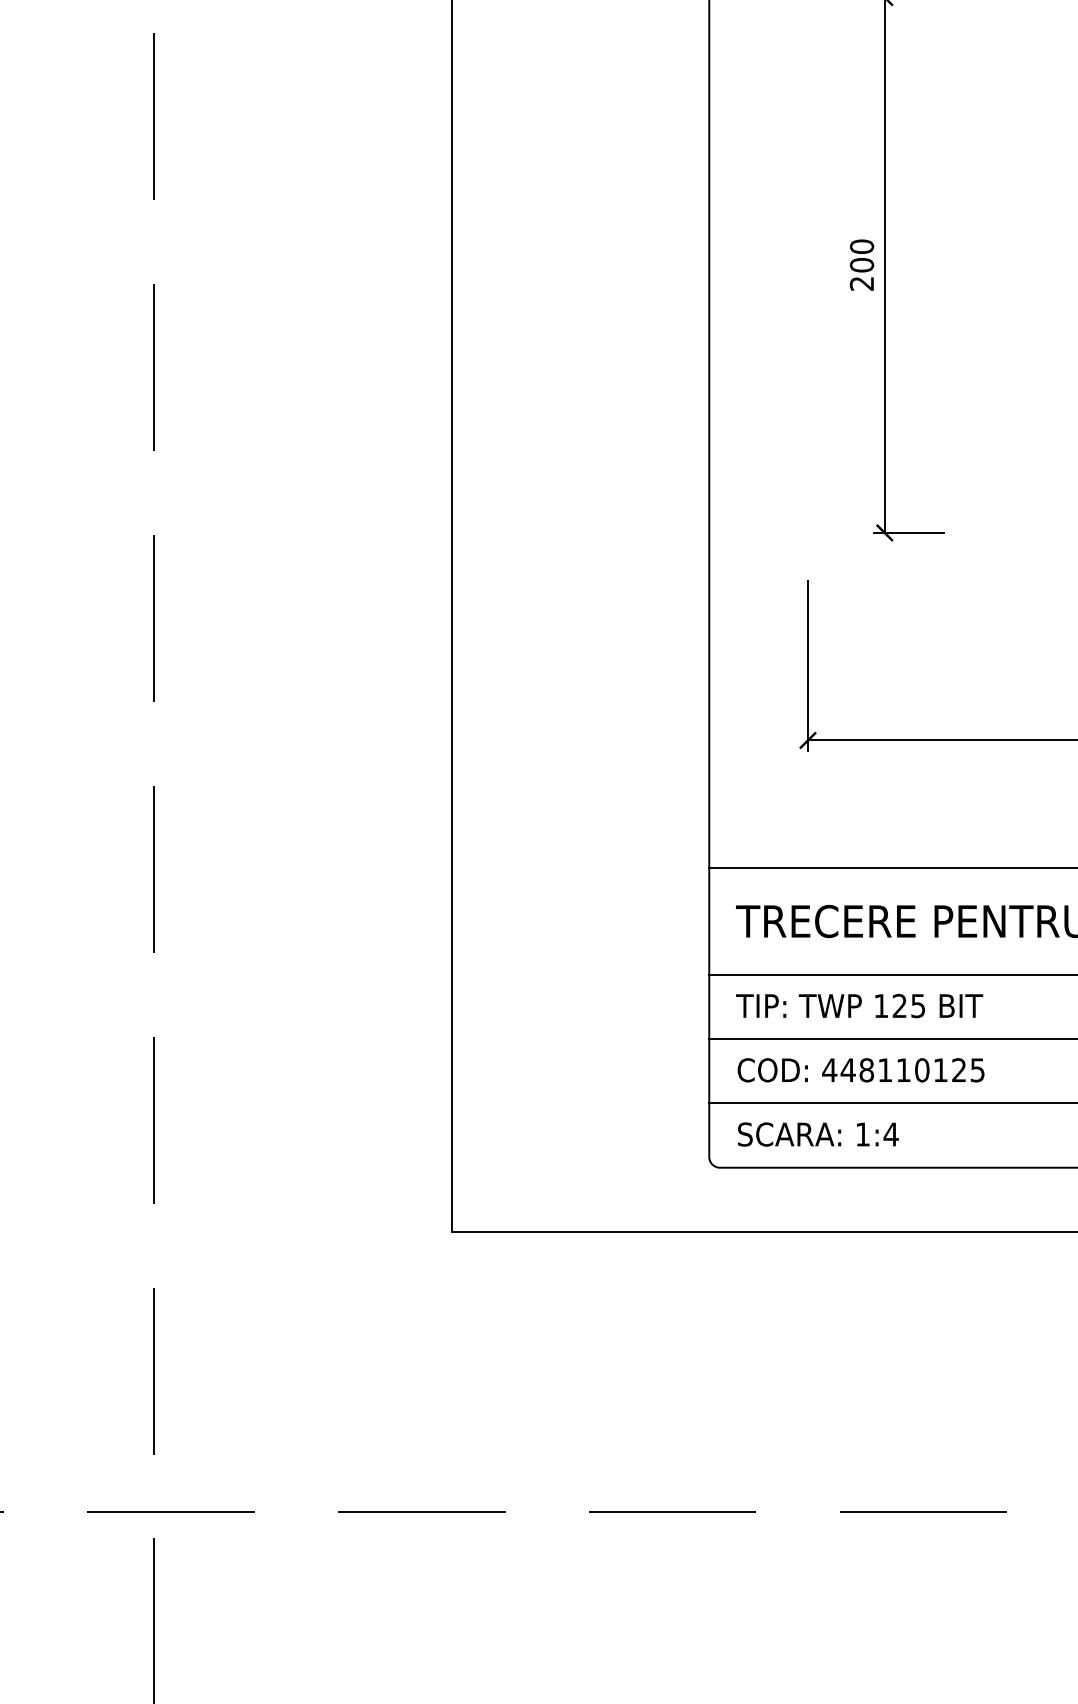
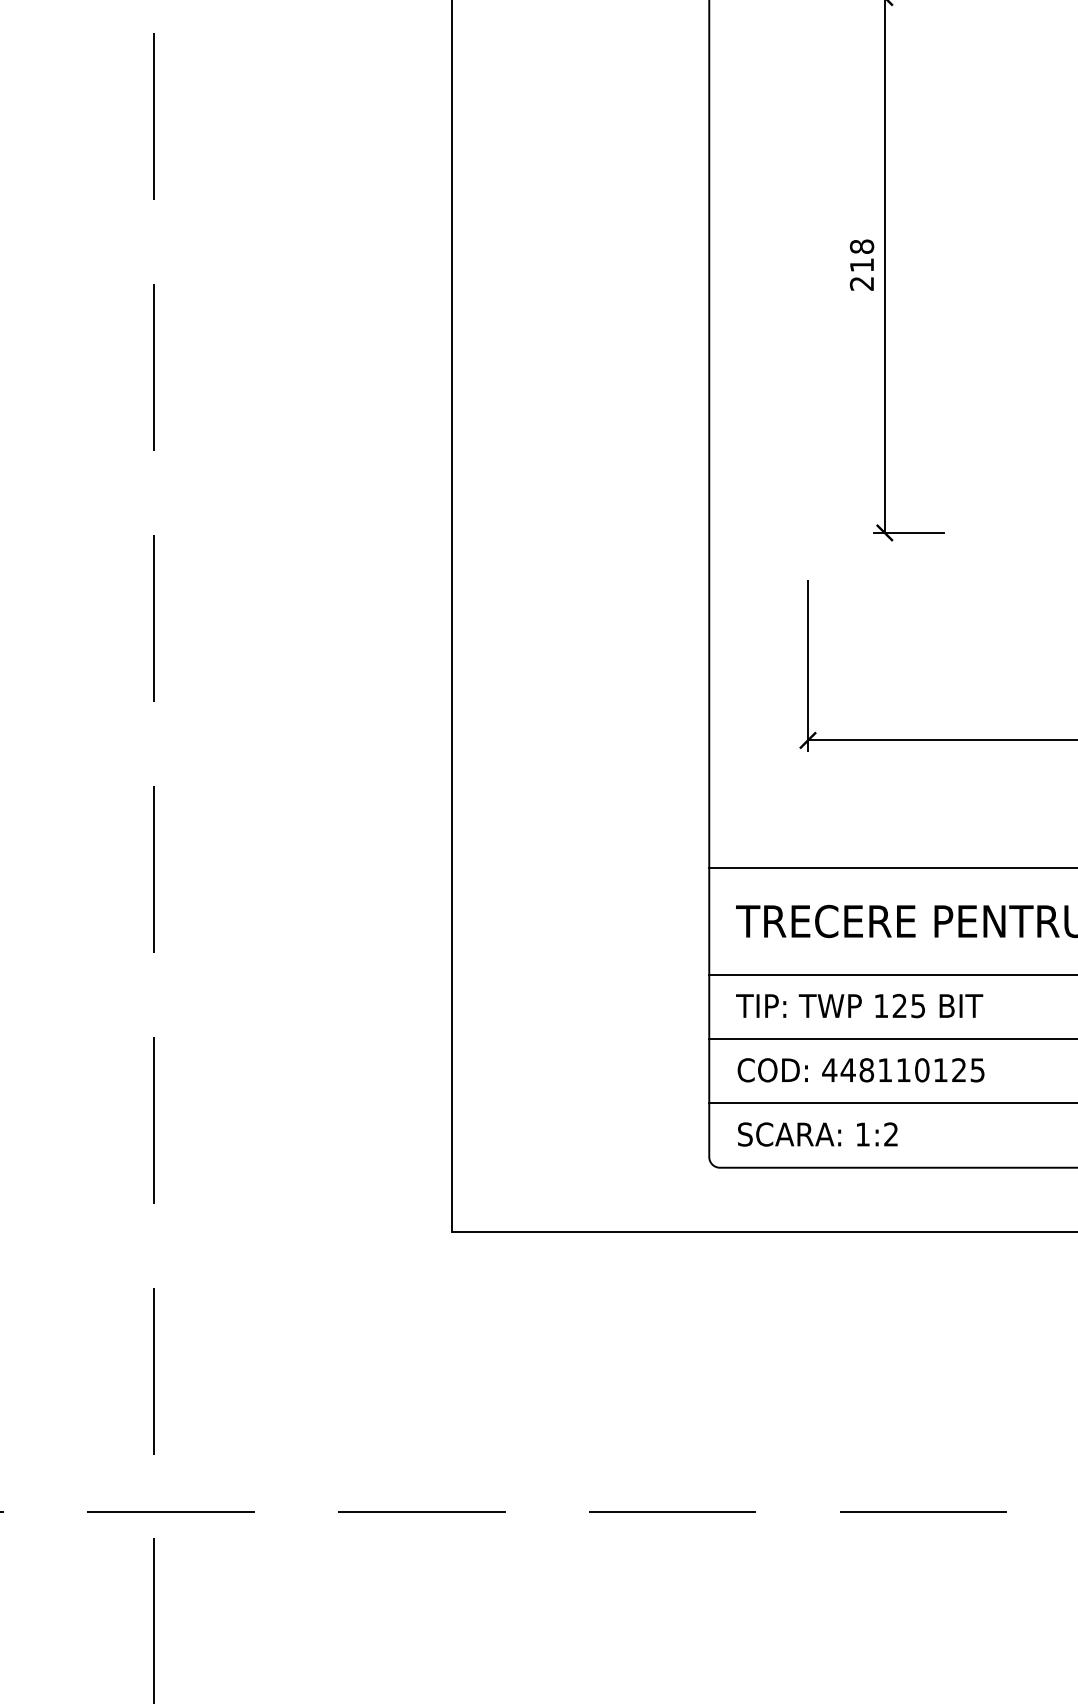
text at (861, 255): 200 -> 218
text at (890, 1134): 1:4 -> 1:2
